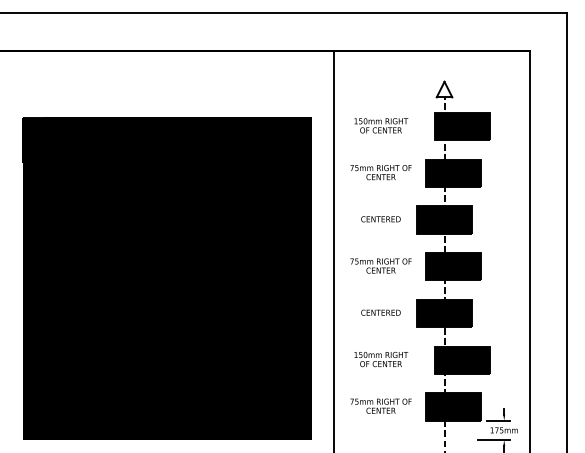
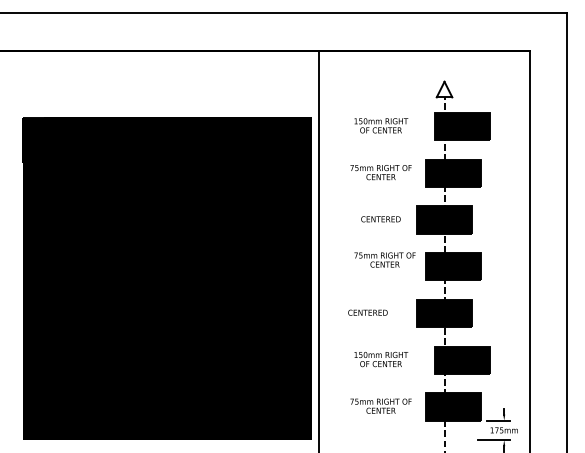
line at (333, 250) position: (333, 250) -> (318, 250)
text at (380, 265) position: (380, 265) -> (384, 259)
text at (380, 312) position: (380, 312) -> (367, 312)
